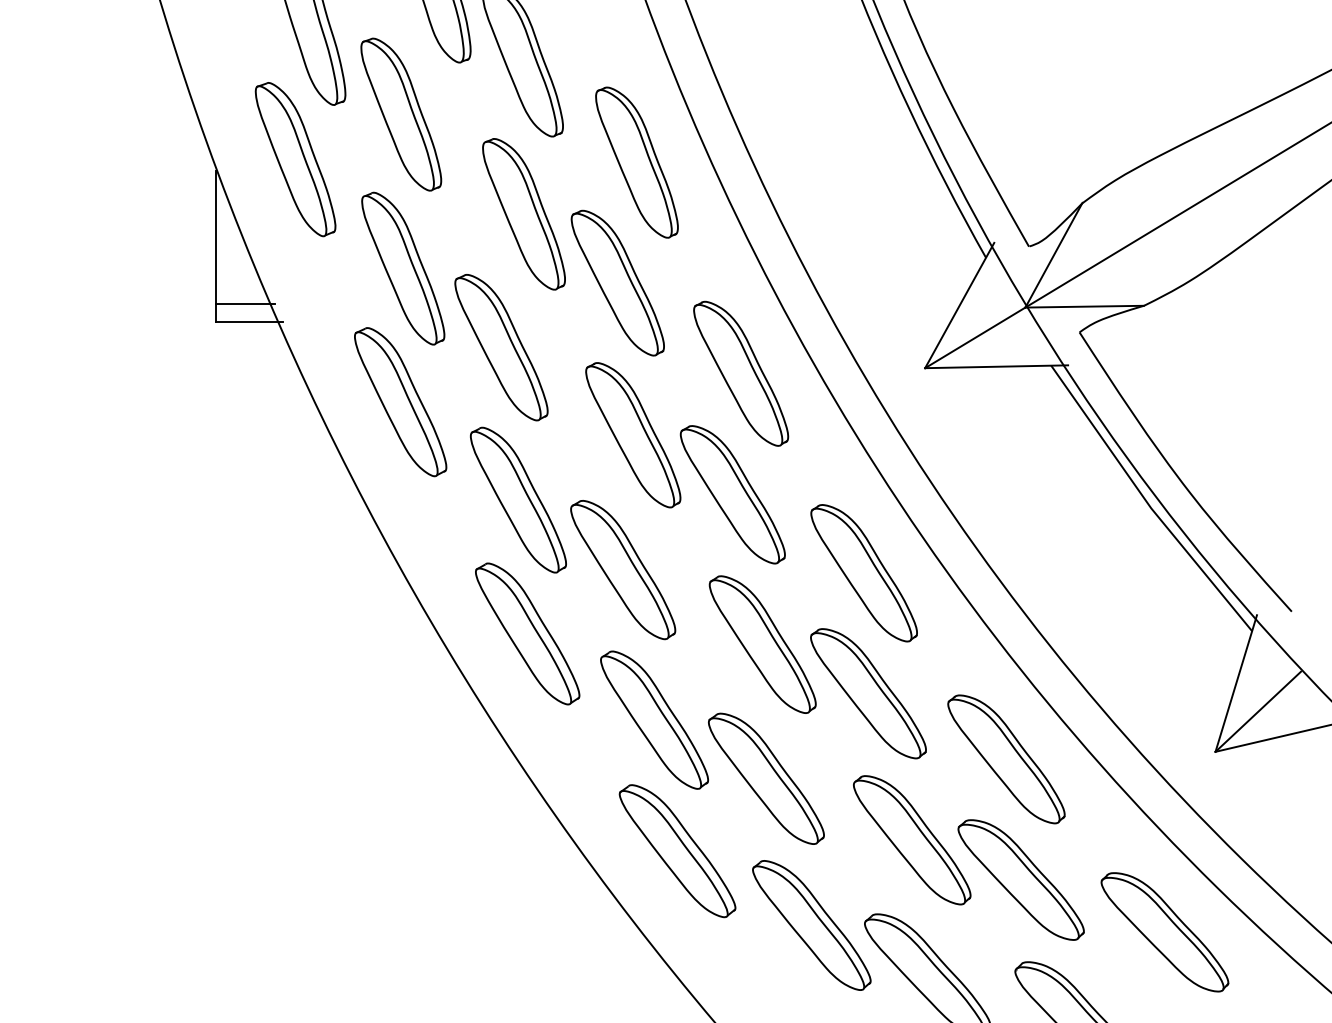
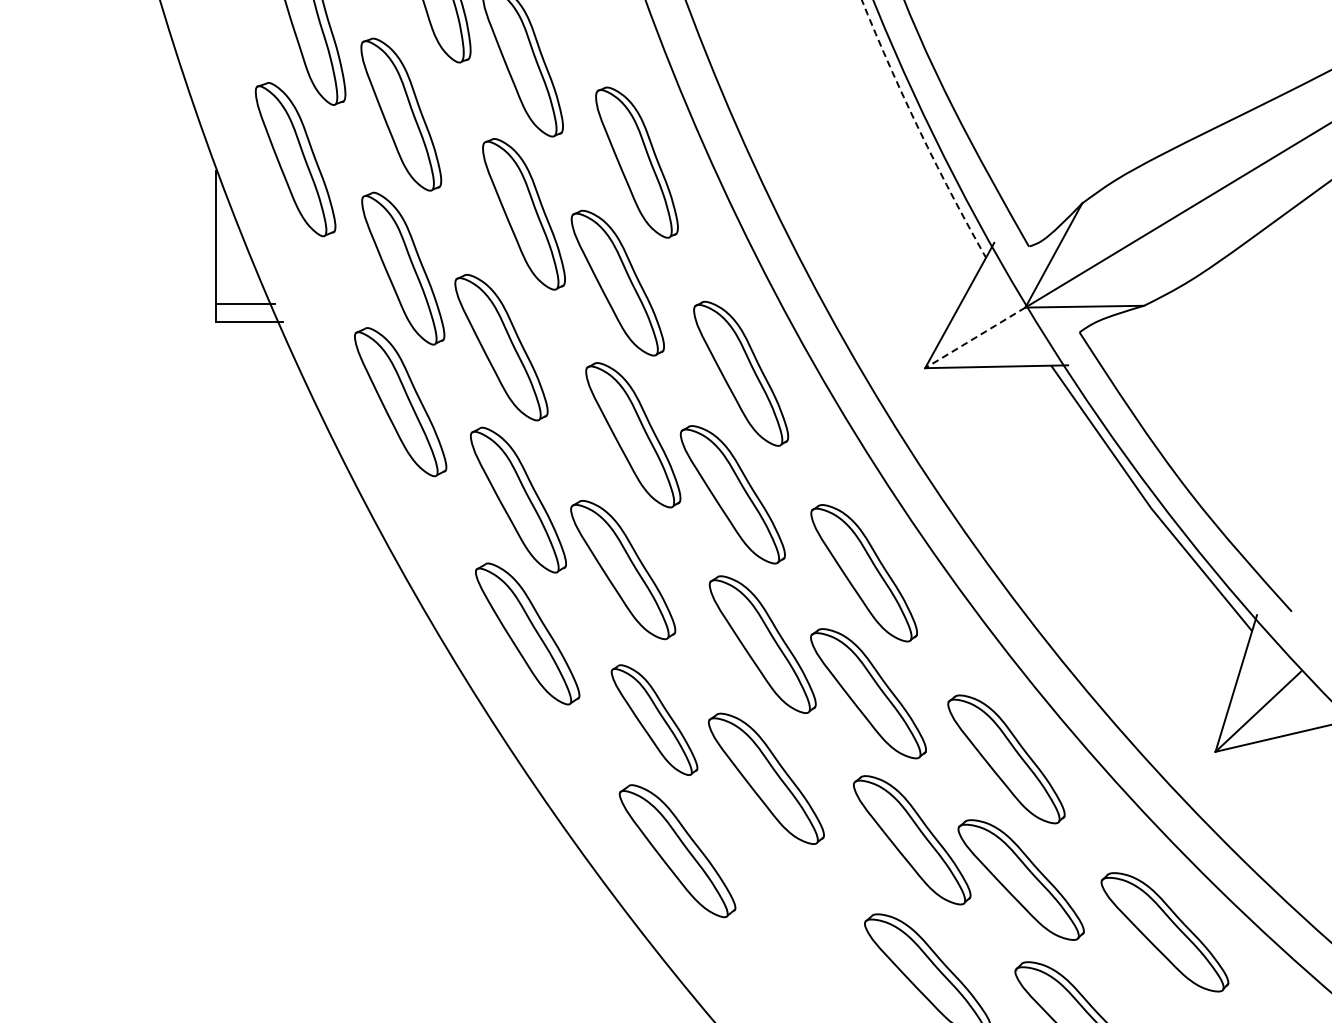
arc at (919, 131): solid -> dashed
line at (975, 337): solid -> dashed
part at (654, 719) size: 109x140 px -> 89x112 px
part at (811, 925): present -> none
